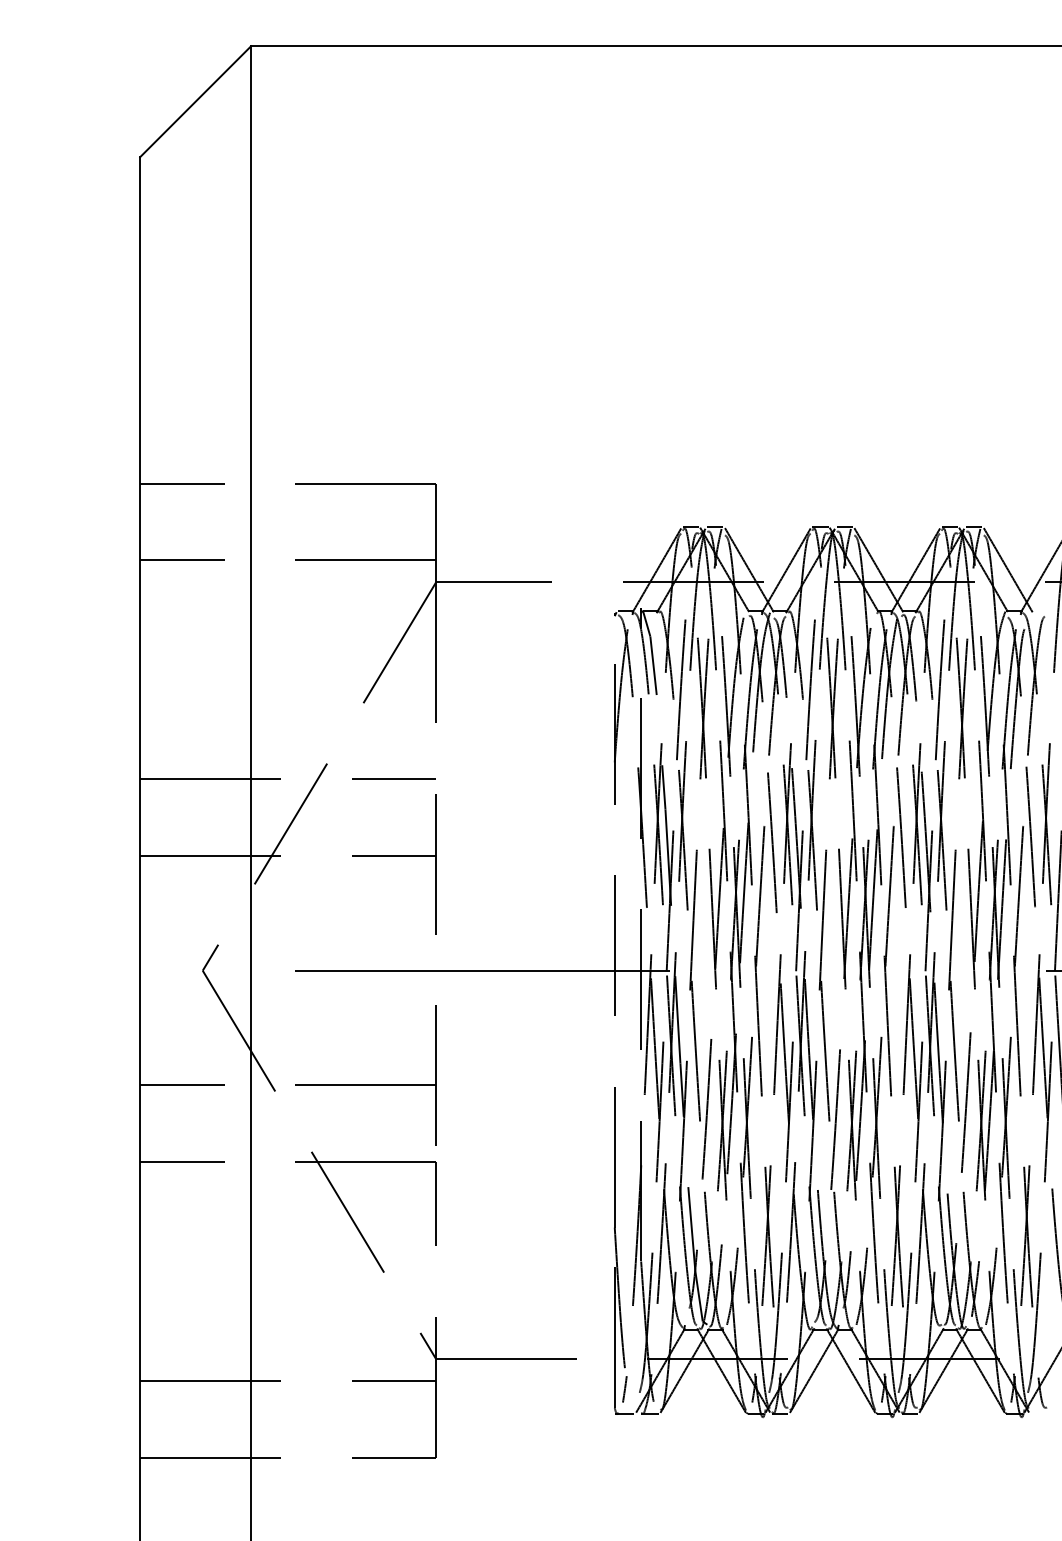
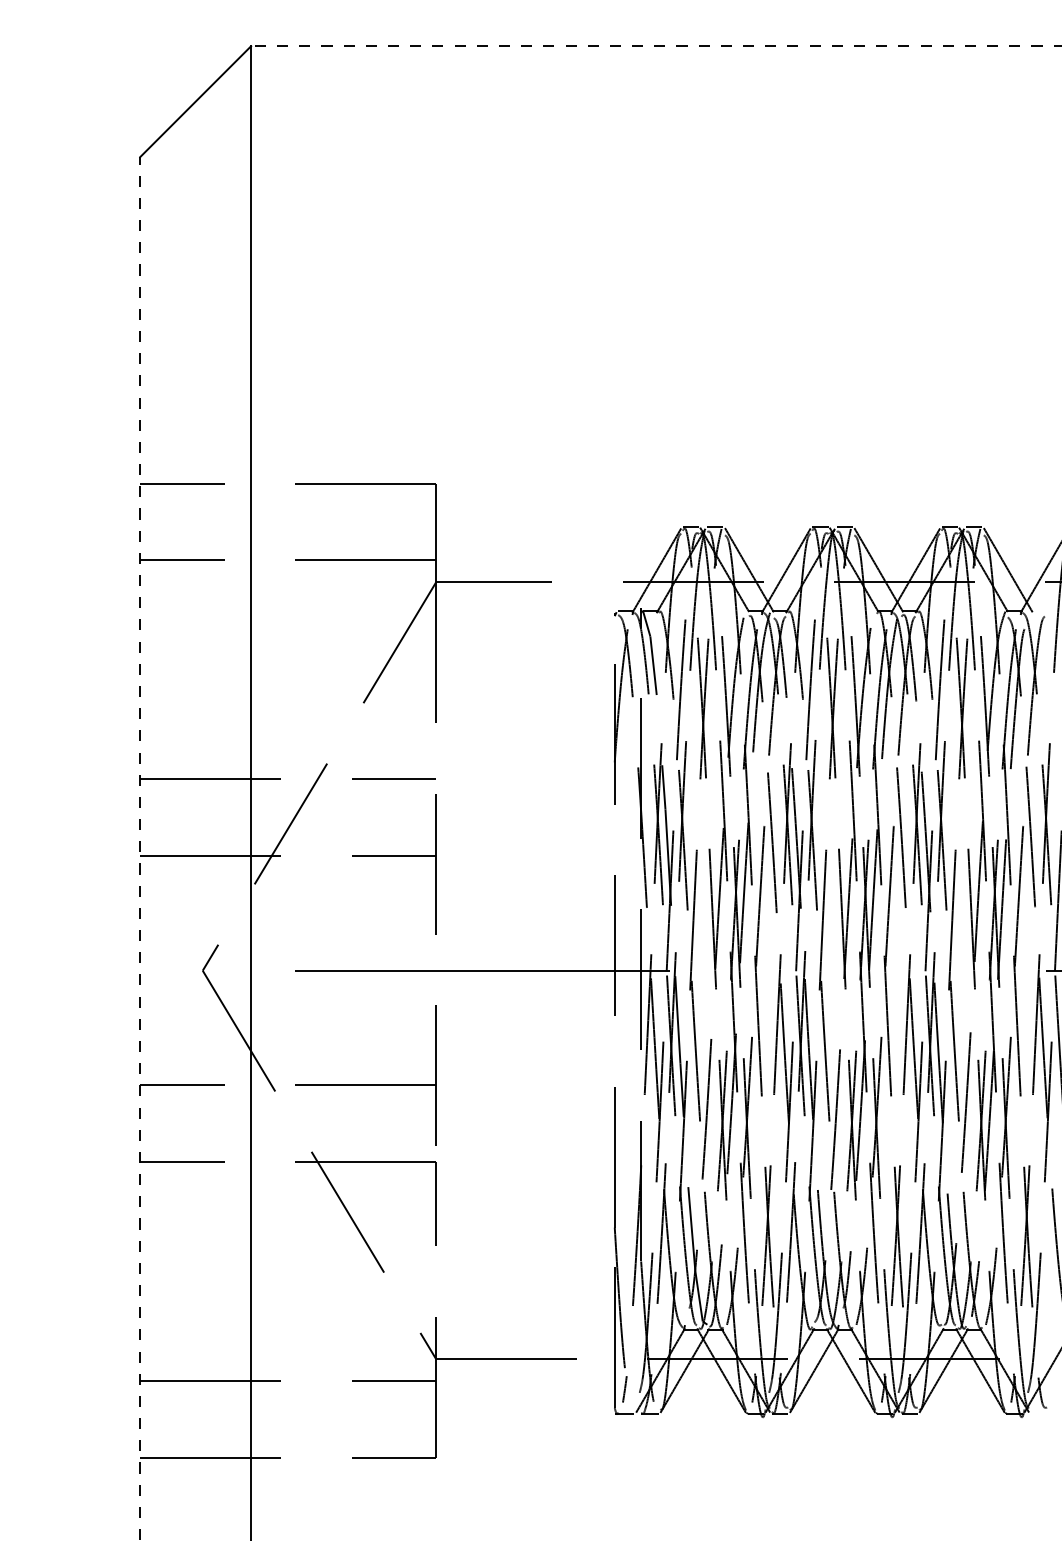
line at (655, 46): solid -> dashed
line at (140, 848): solid -> dashed
